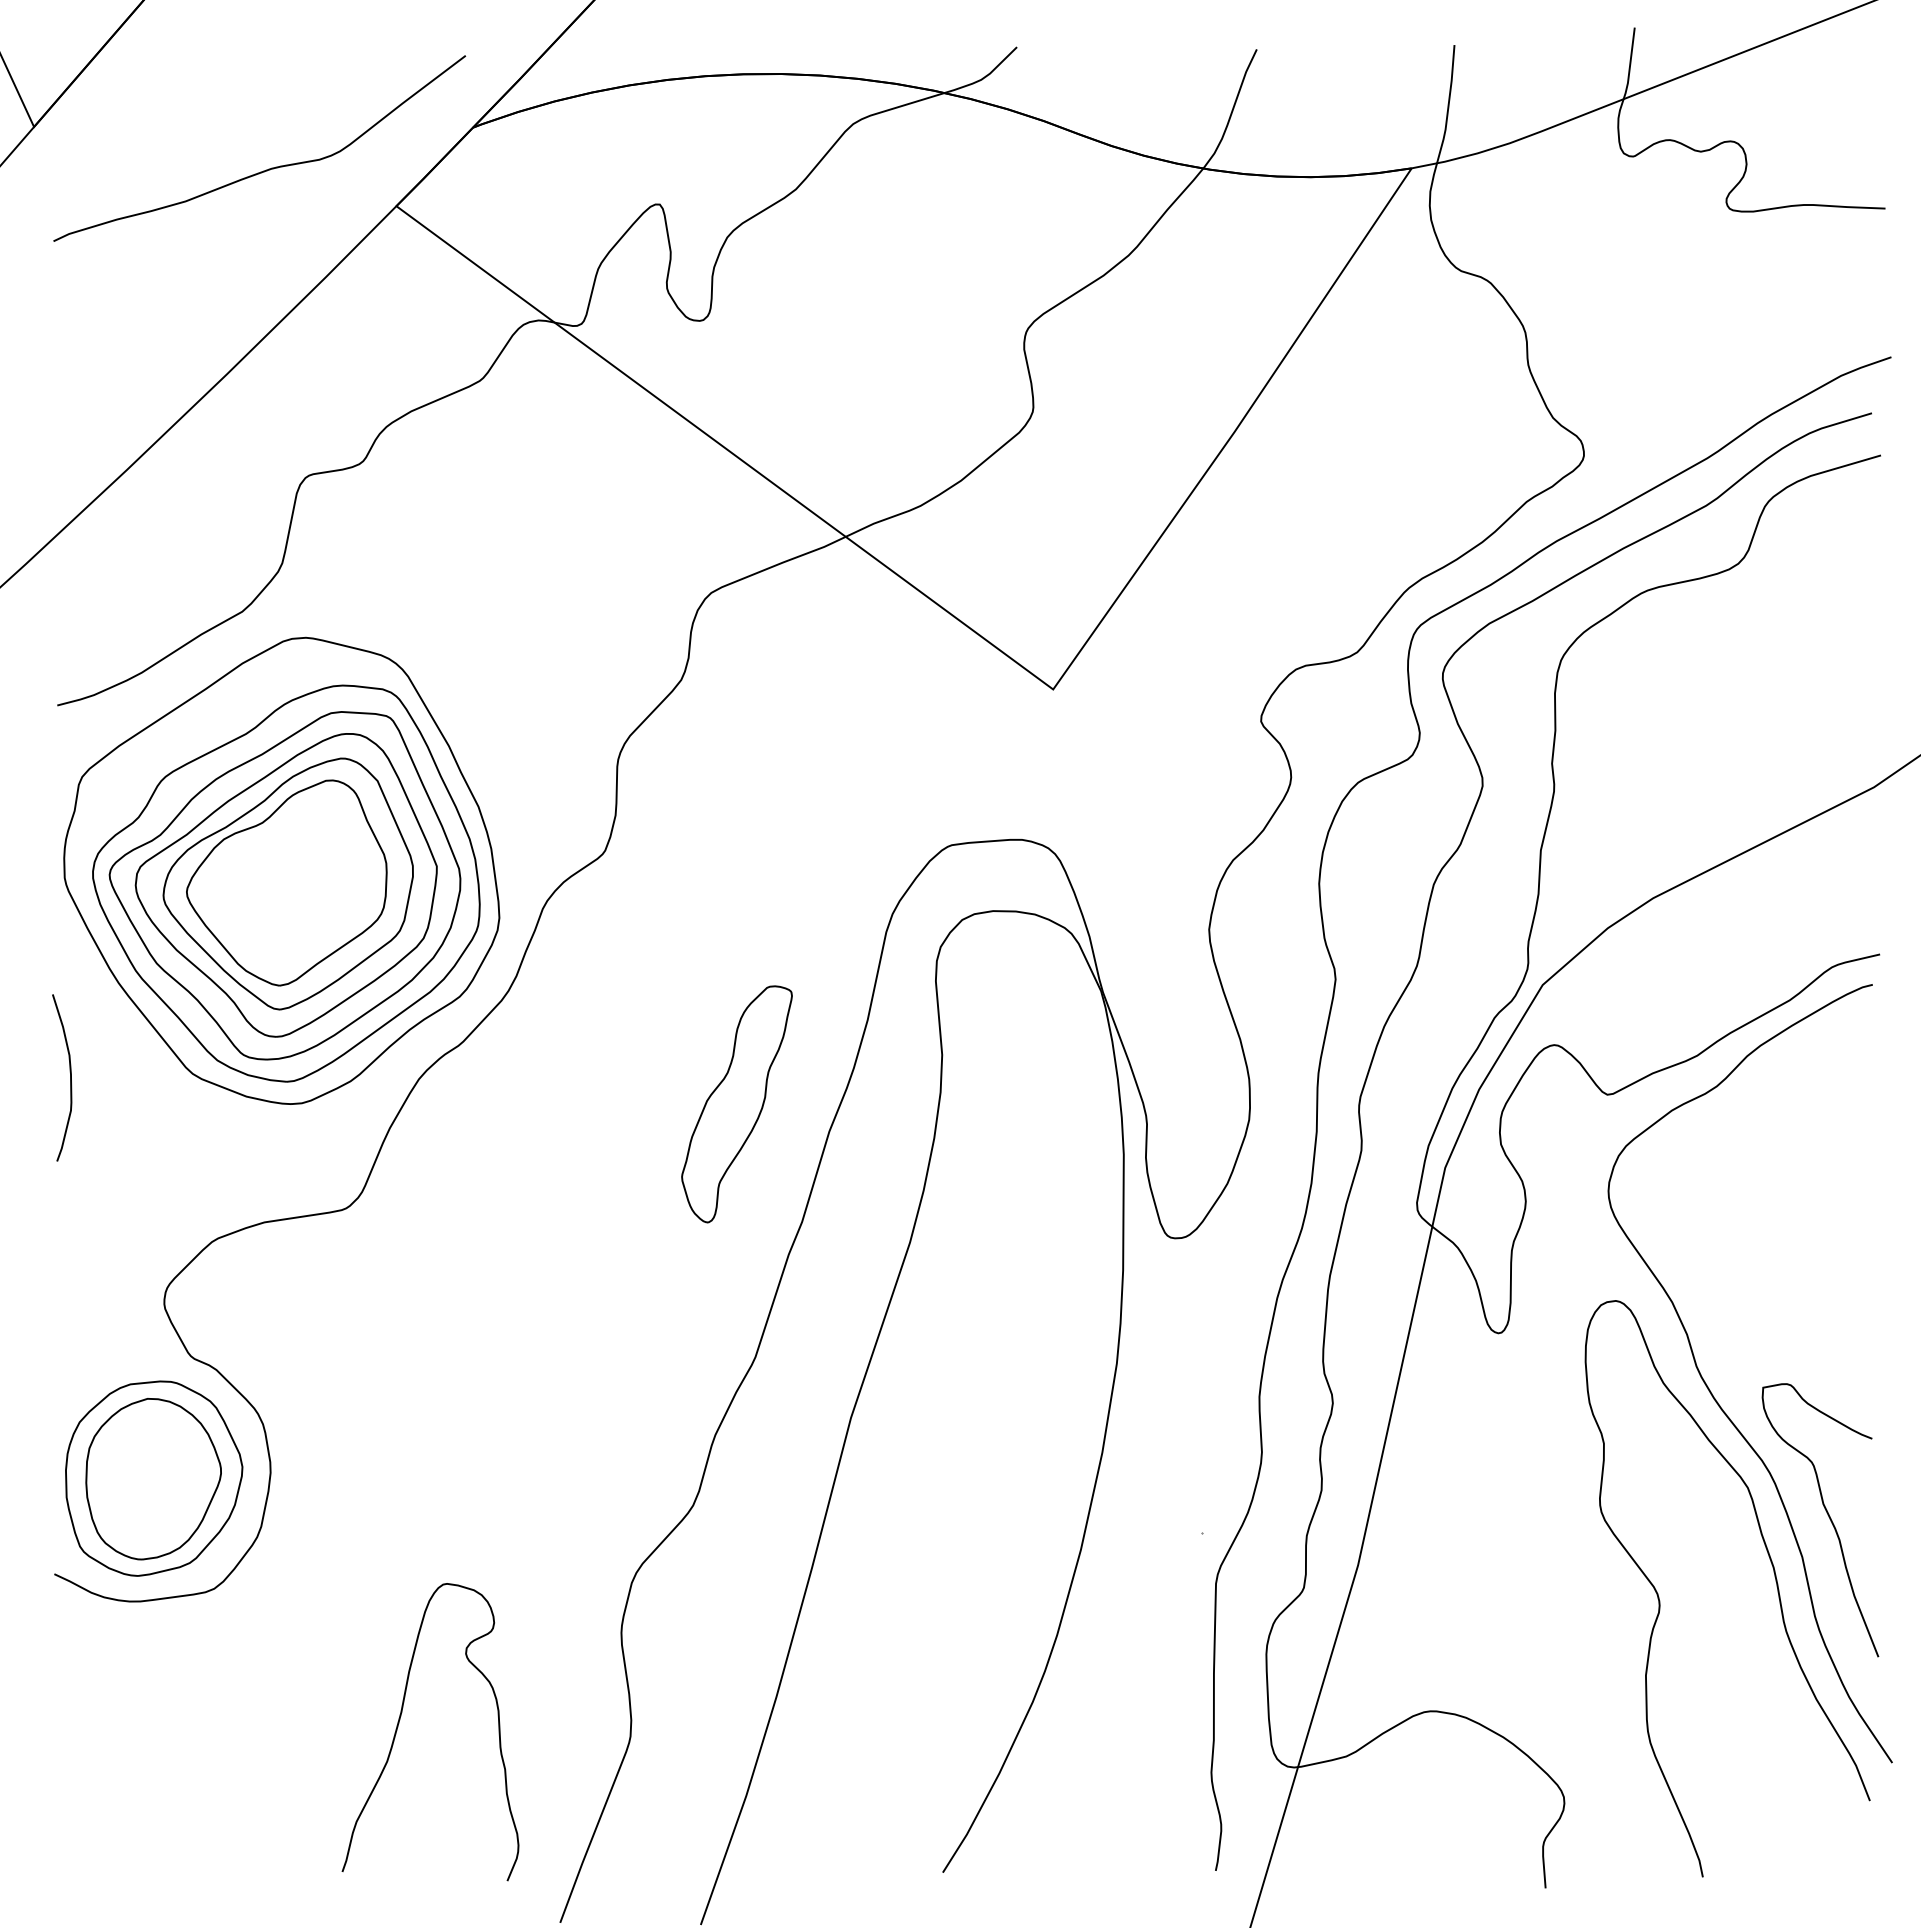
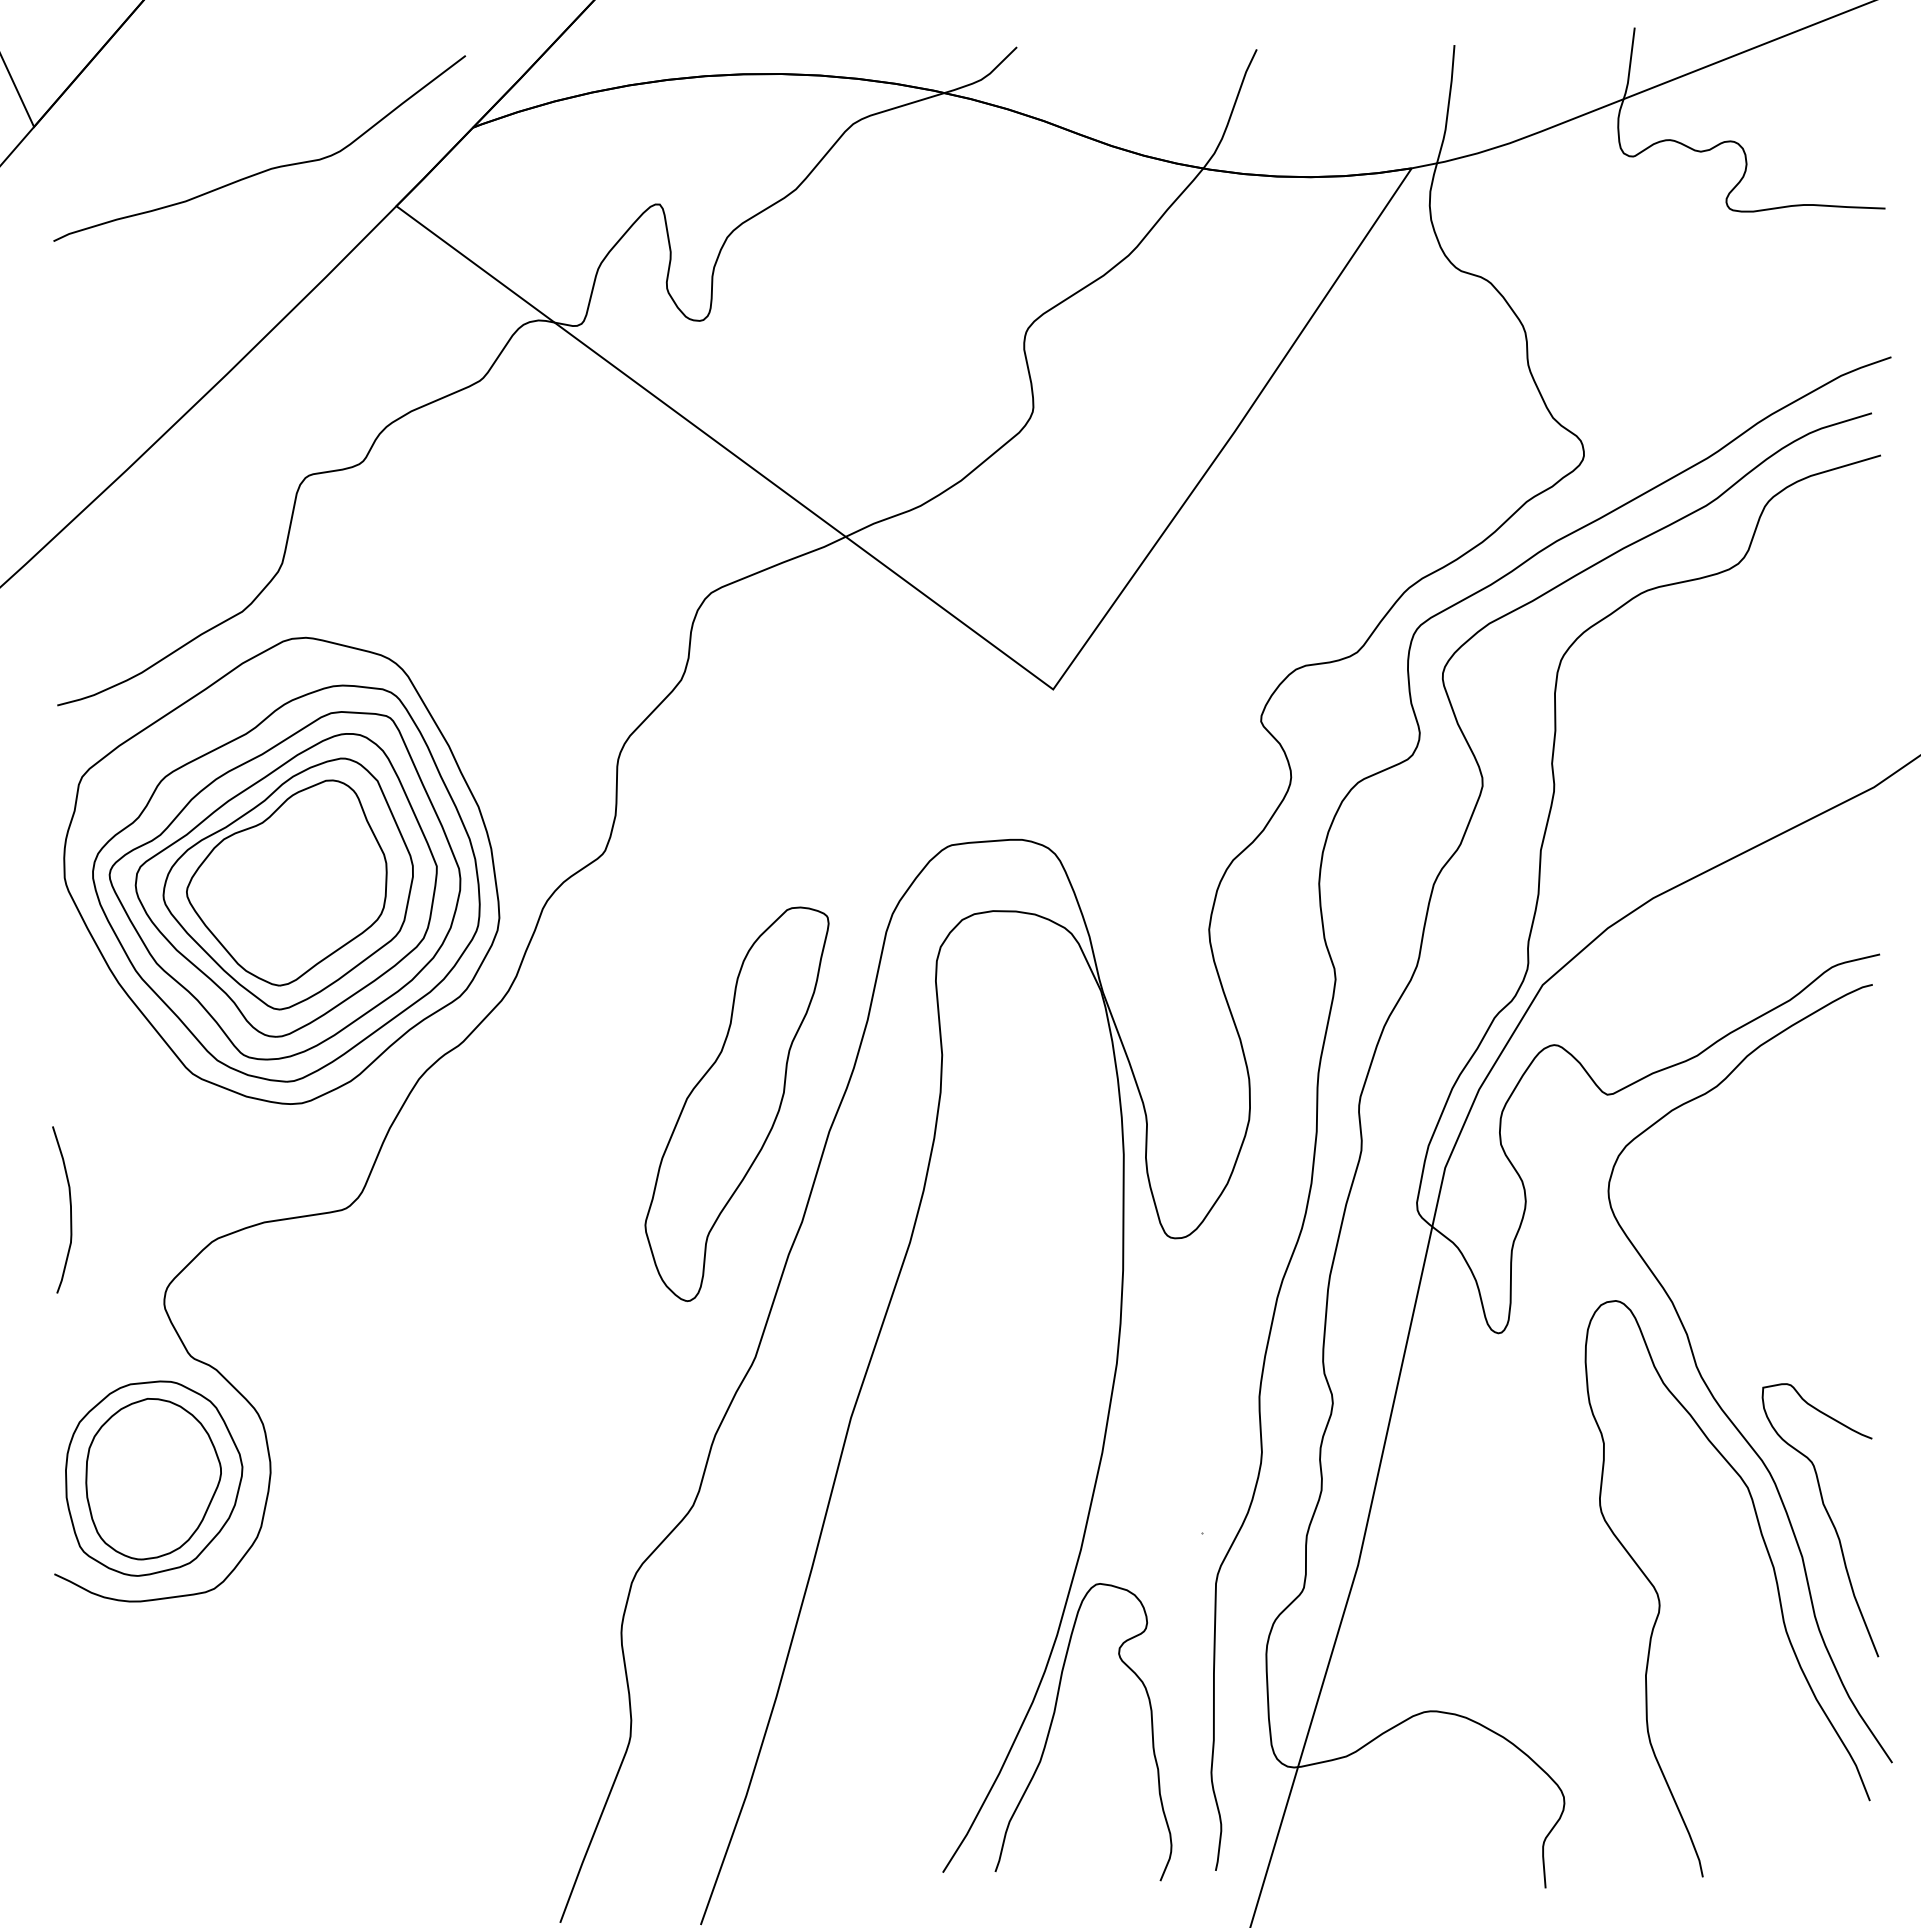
curve at (70, 1077) position: (70, 1077) -> (70, 1209)
part at (736, 1104) size: 112x239 px -> 186x397 px
curve at (399, 1723) position: (399, 1723) -> (1052, 1723)
